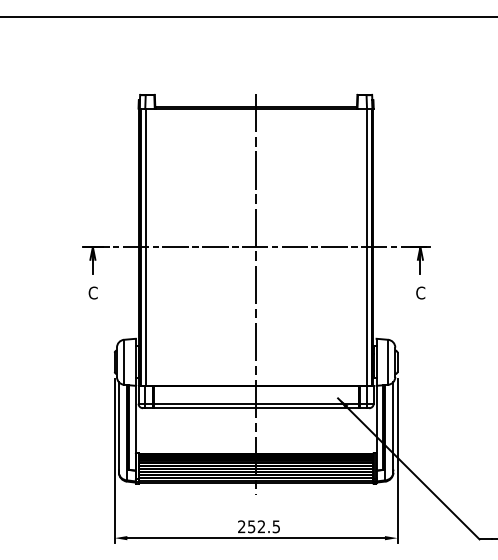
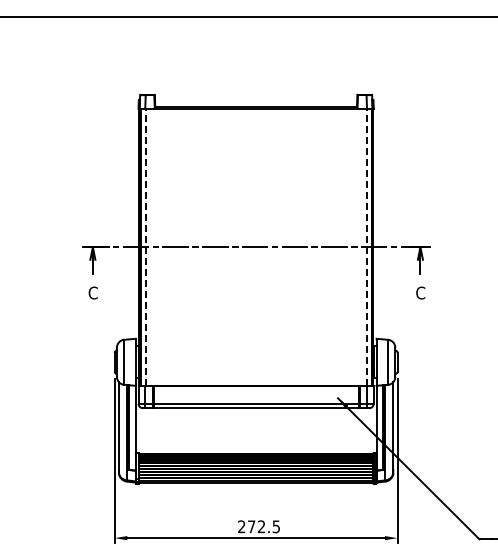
line at (145, 247): solid -> dashed
line at (366, 247): solid -> dashed
line at (256, 294): present -> none
text at (251, 526): 252.5 -> 272.5
